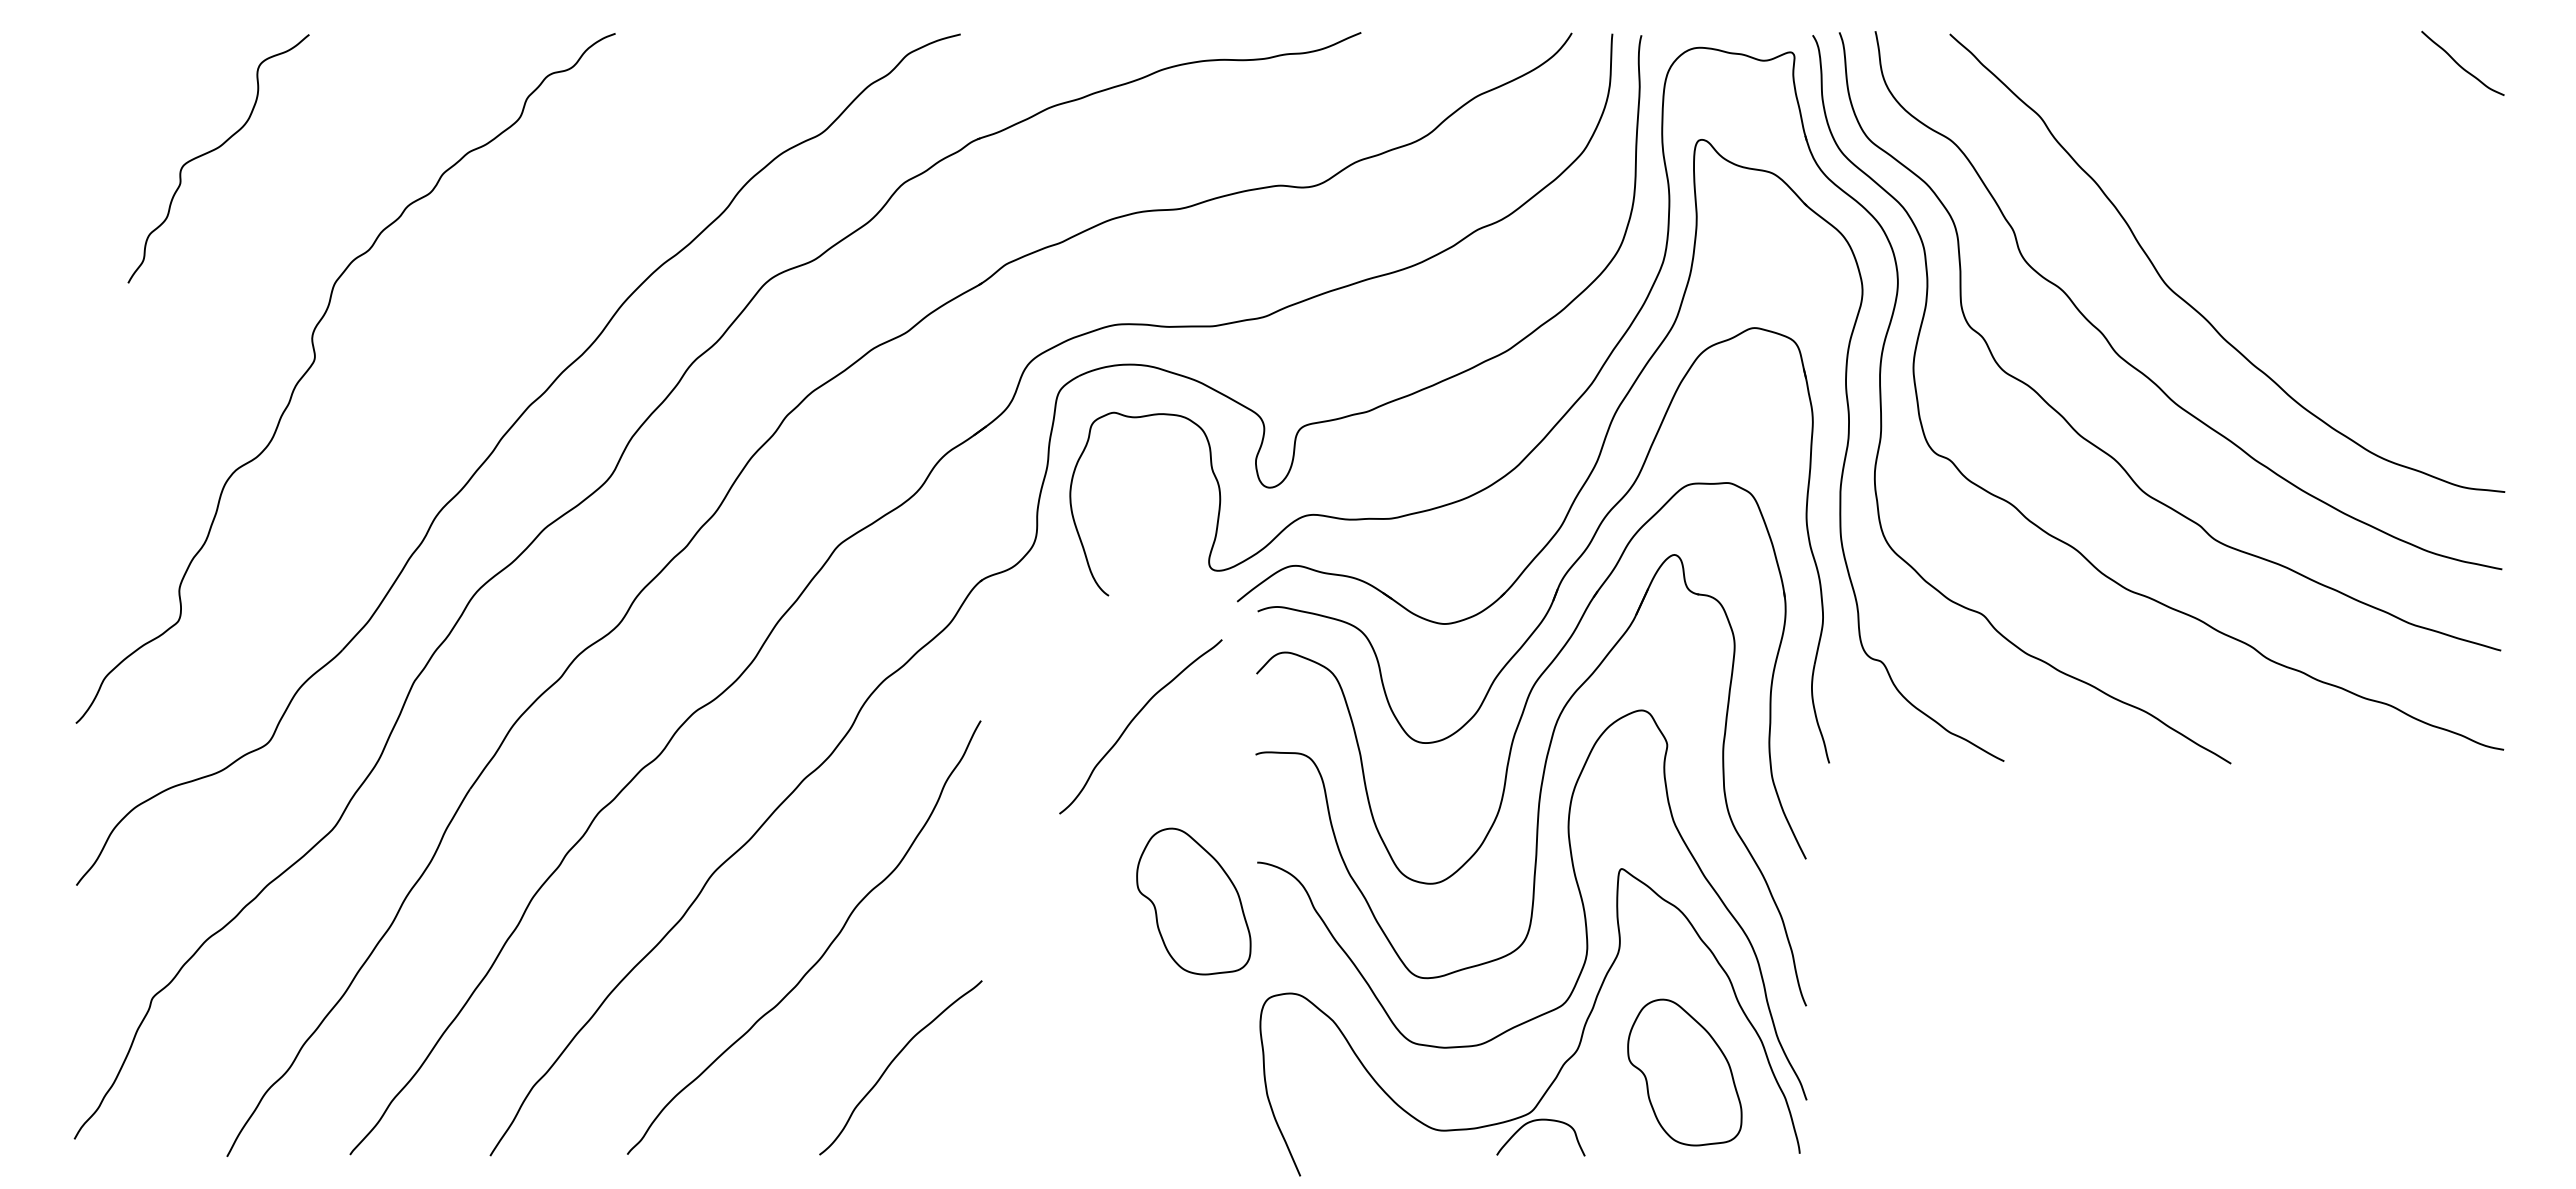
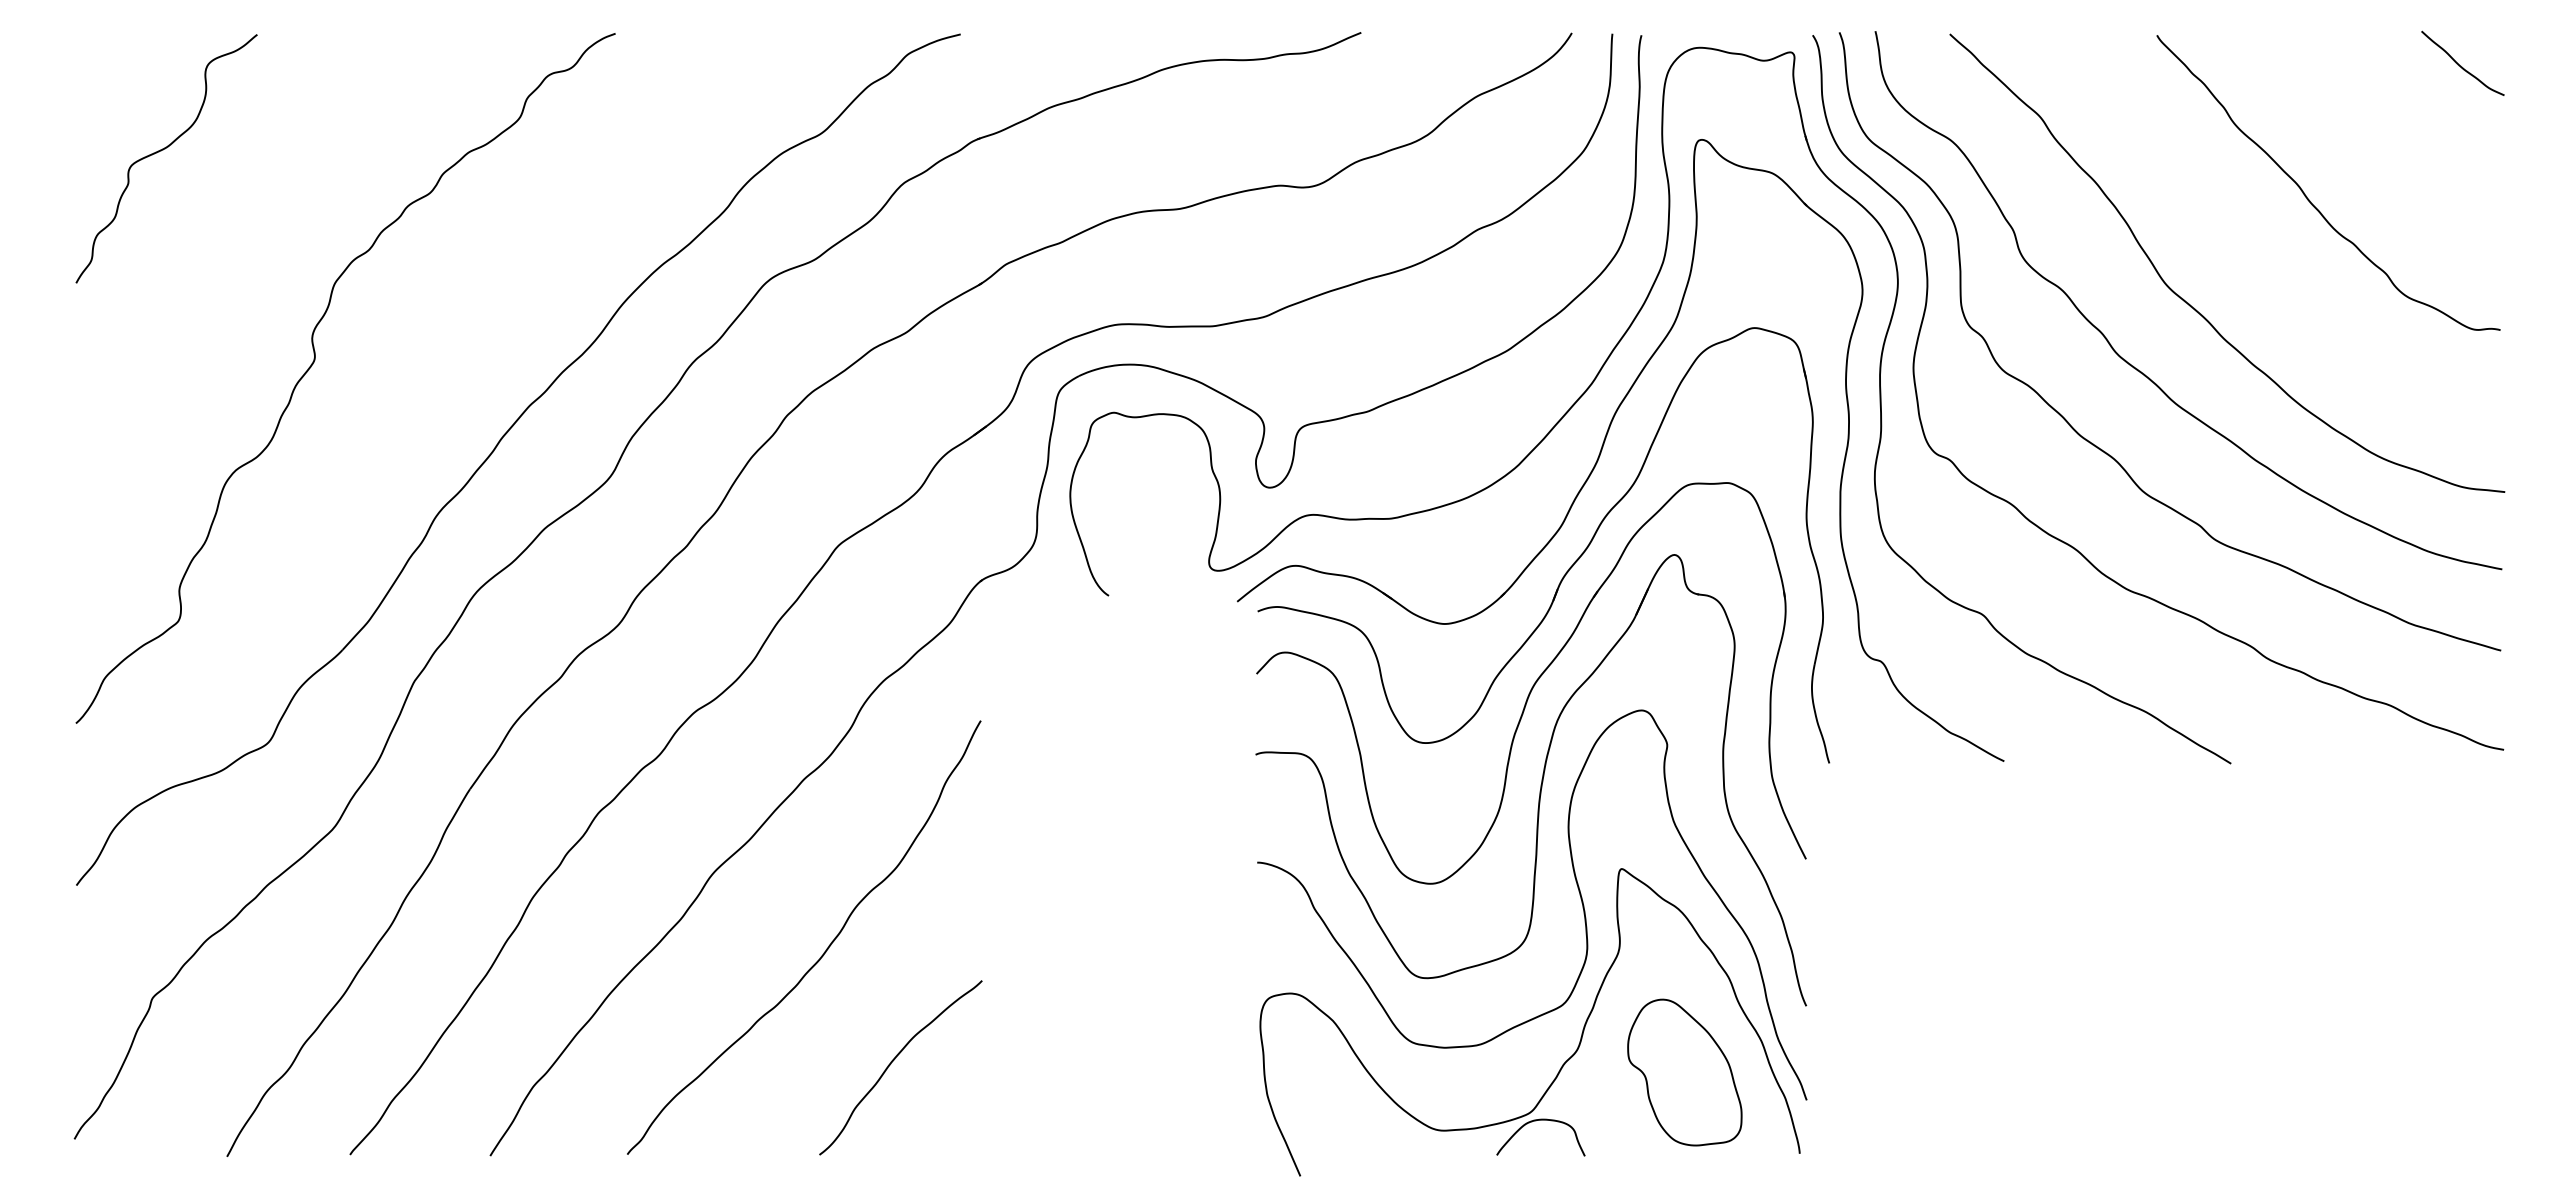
curve at (215, 150) position: (215, 150) -> (163, 150)
curve at (2307, 196): none -> present
curve at (1134, 719): present -> none
part at (1193, 901): present -> none
